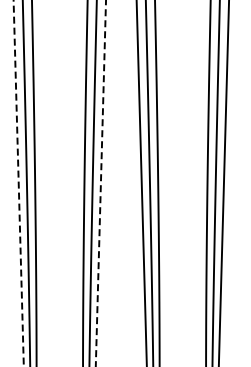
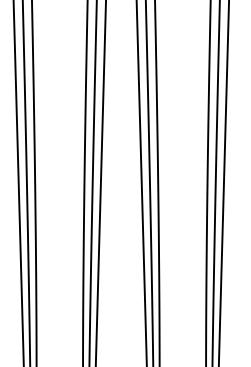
line at (18, 183): dashed -> solid
line at (100, 183): dashed -> solid
